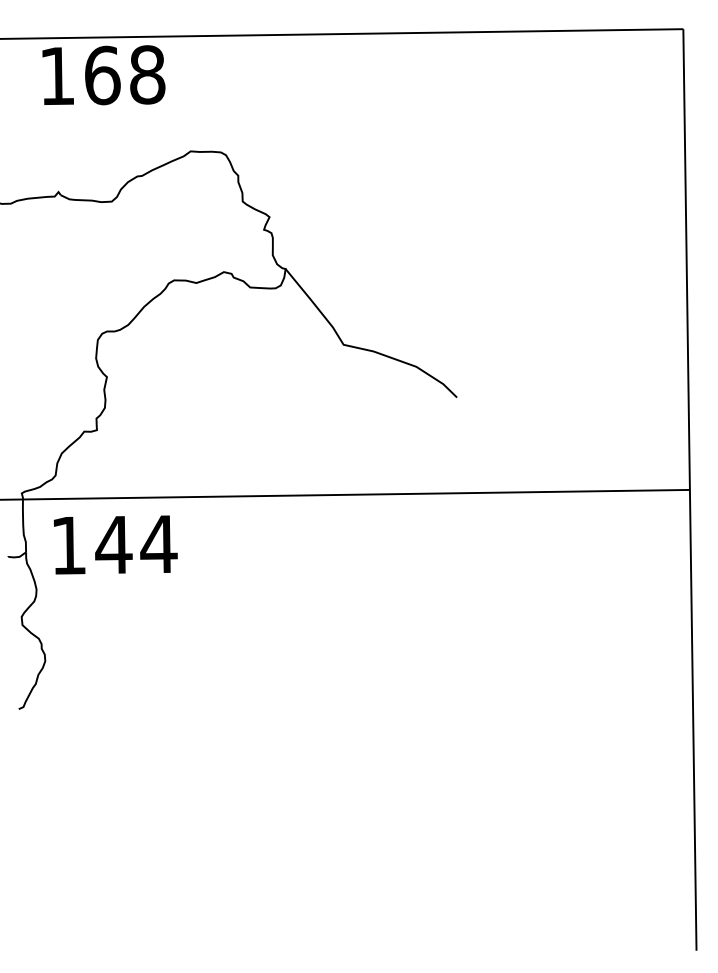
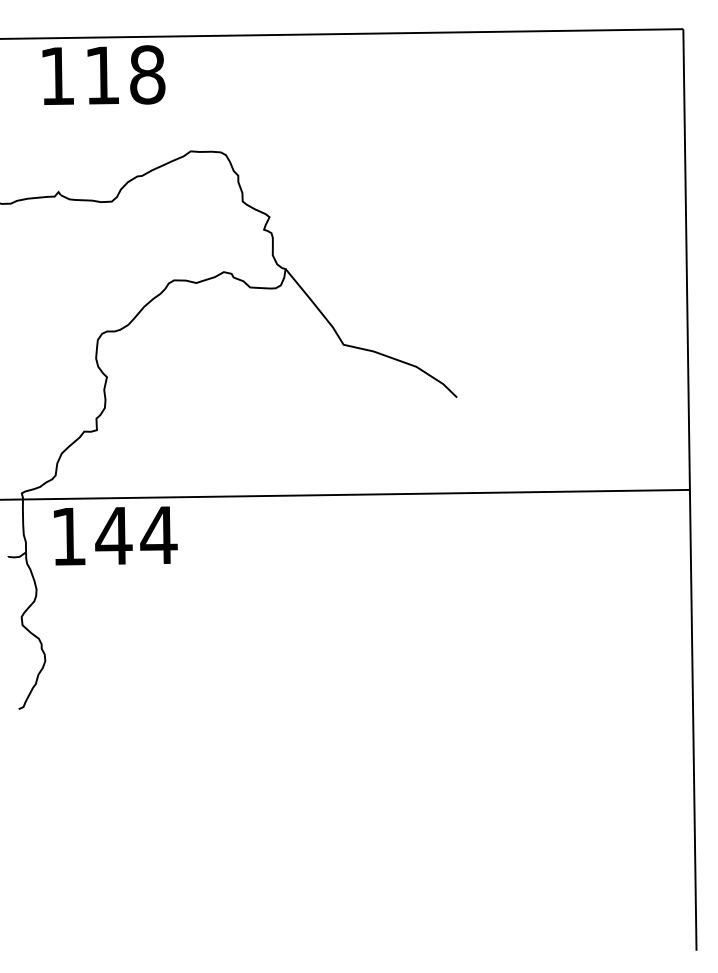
text at (102, 75): 168 -> 118
text at (115, 544) position: (115, 544) -> (115, 535)
